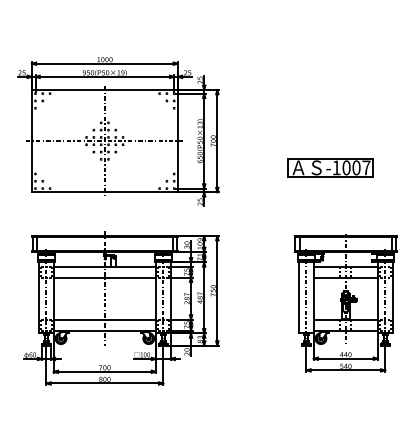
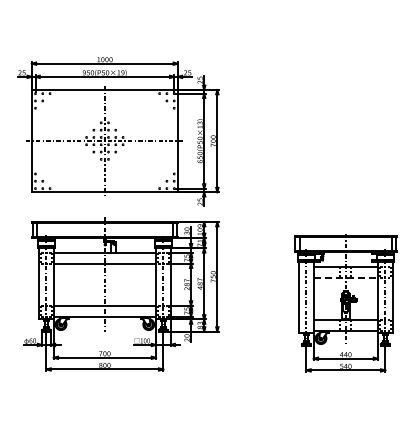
part at (330, 167): present -> none
line at (346, 277): solid -> dashed
part at (121, 308) position: (121, 308) -> (121, 294)
